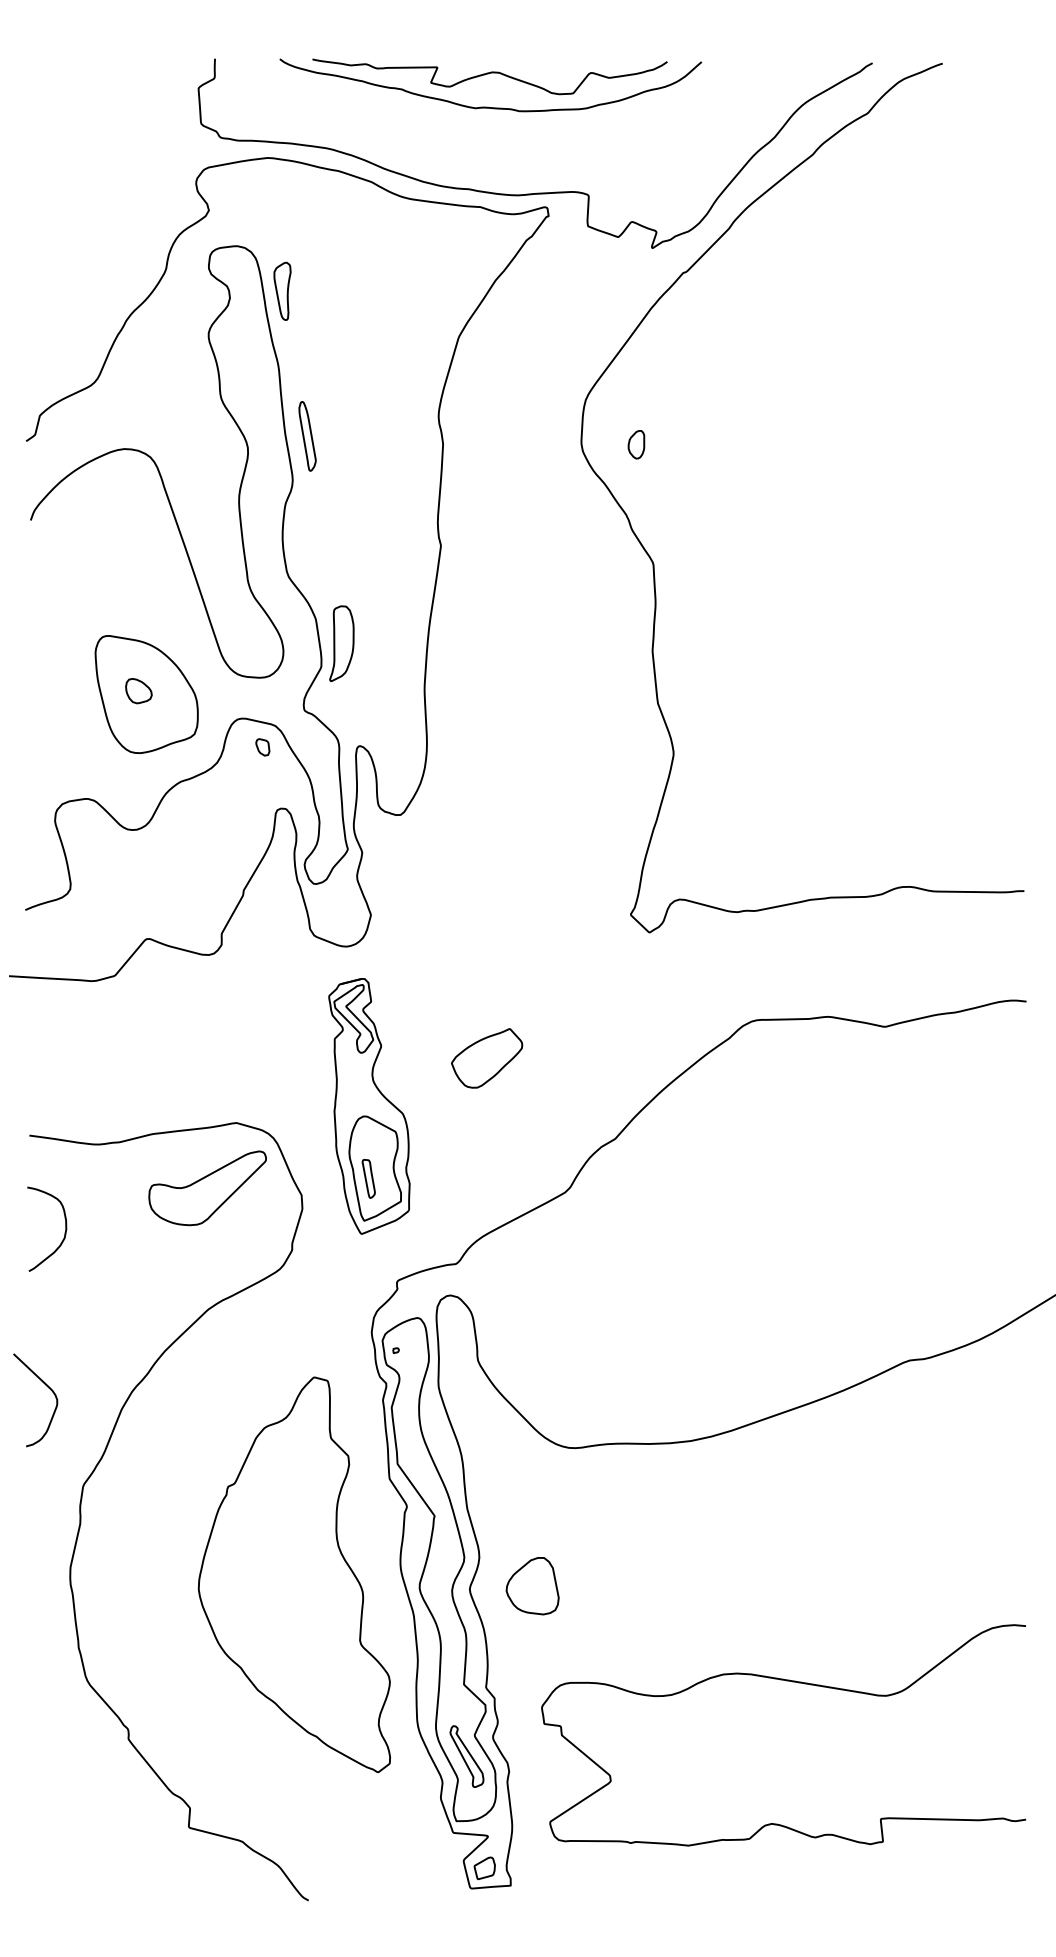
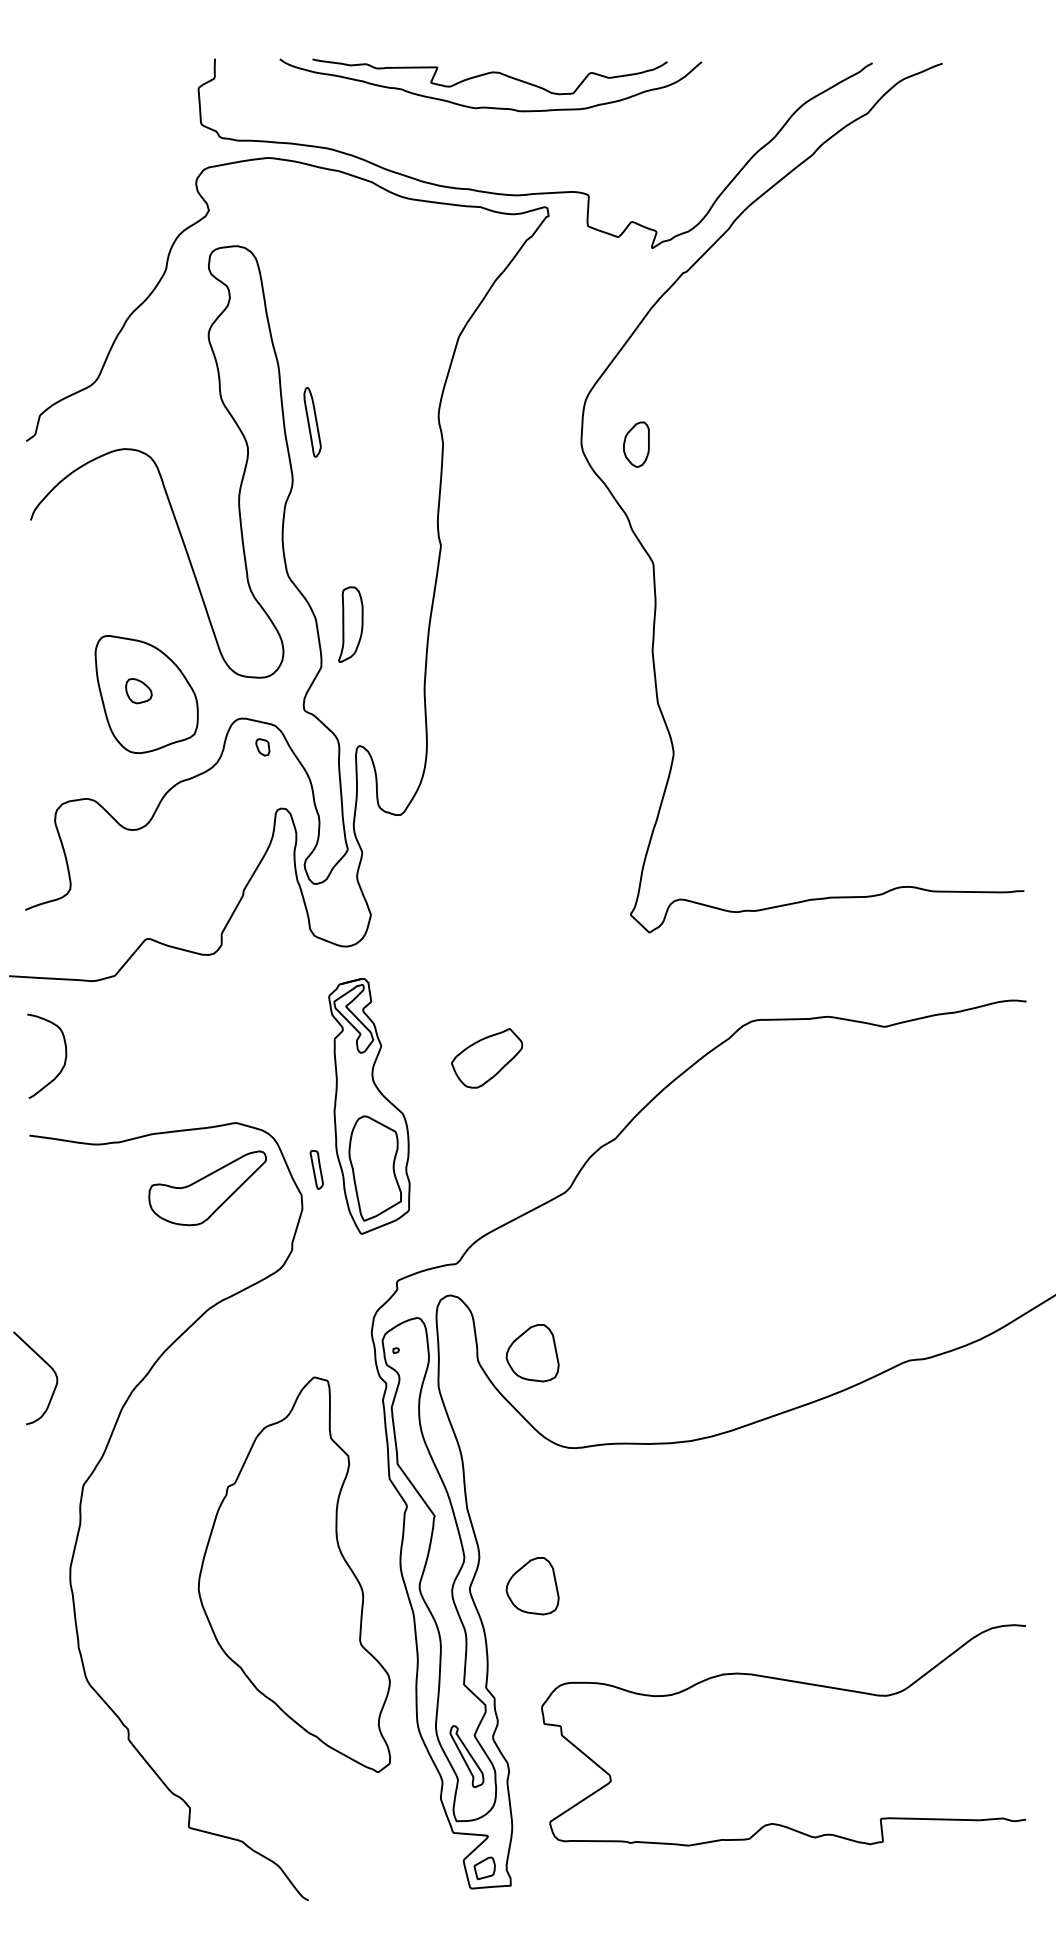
part at (282, 290): present -> none
part at (307, 436) position: (307, 436) -> (312, 422)
part at (636, 444) size: 19x30 px -> 27x47 px
part at (341, 643) position: (341, 643) -> (350, 624)
part at (368, 1178) position: (368, 1178) -> (316, 1169)
curve at (64, 1232) position: (64, 1232) -> (64, 1059)
part at (532, 1353): none -> present
curve at (47, 1387) position: (47, 1387) -> (47, 1365)
